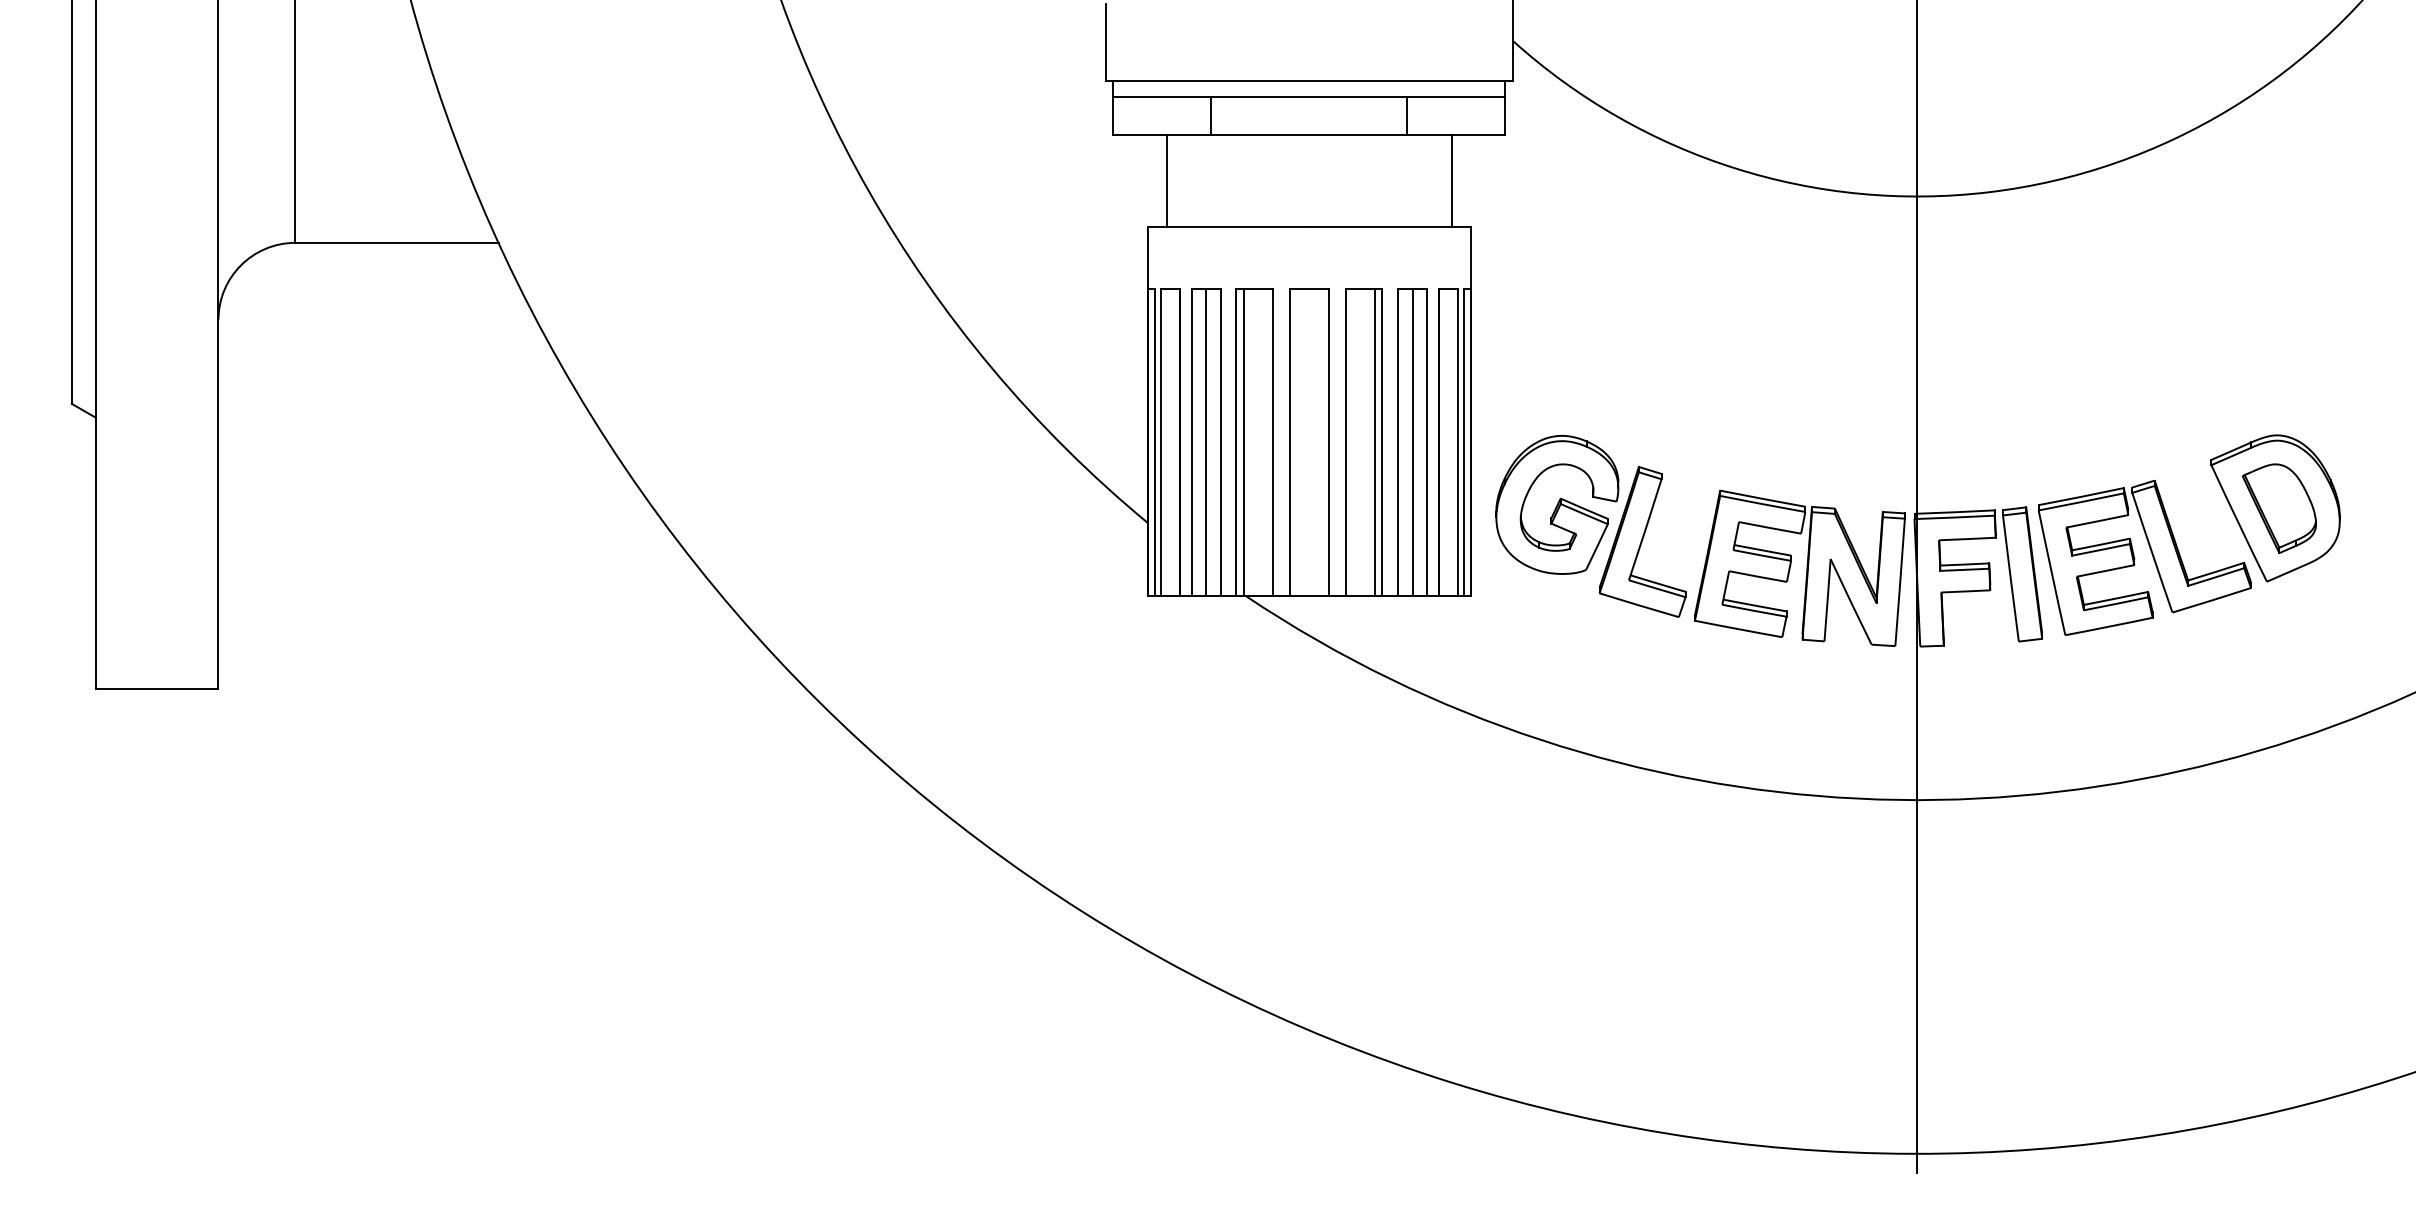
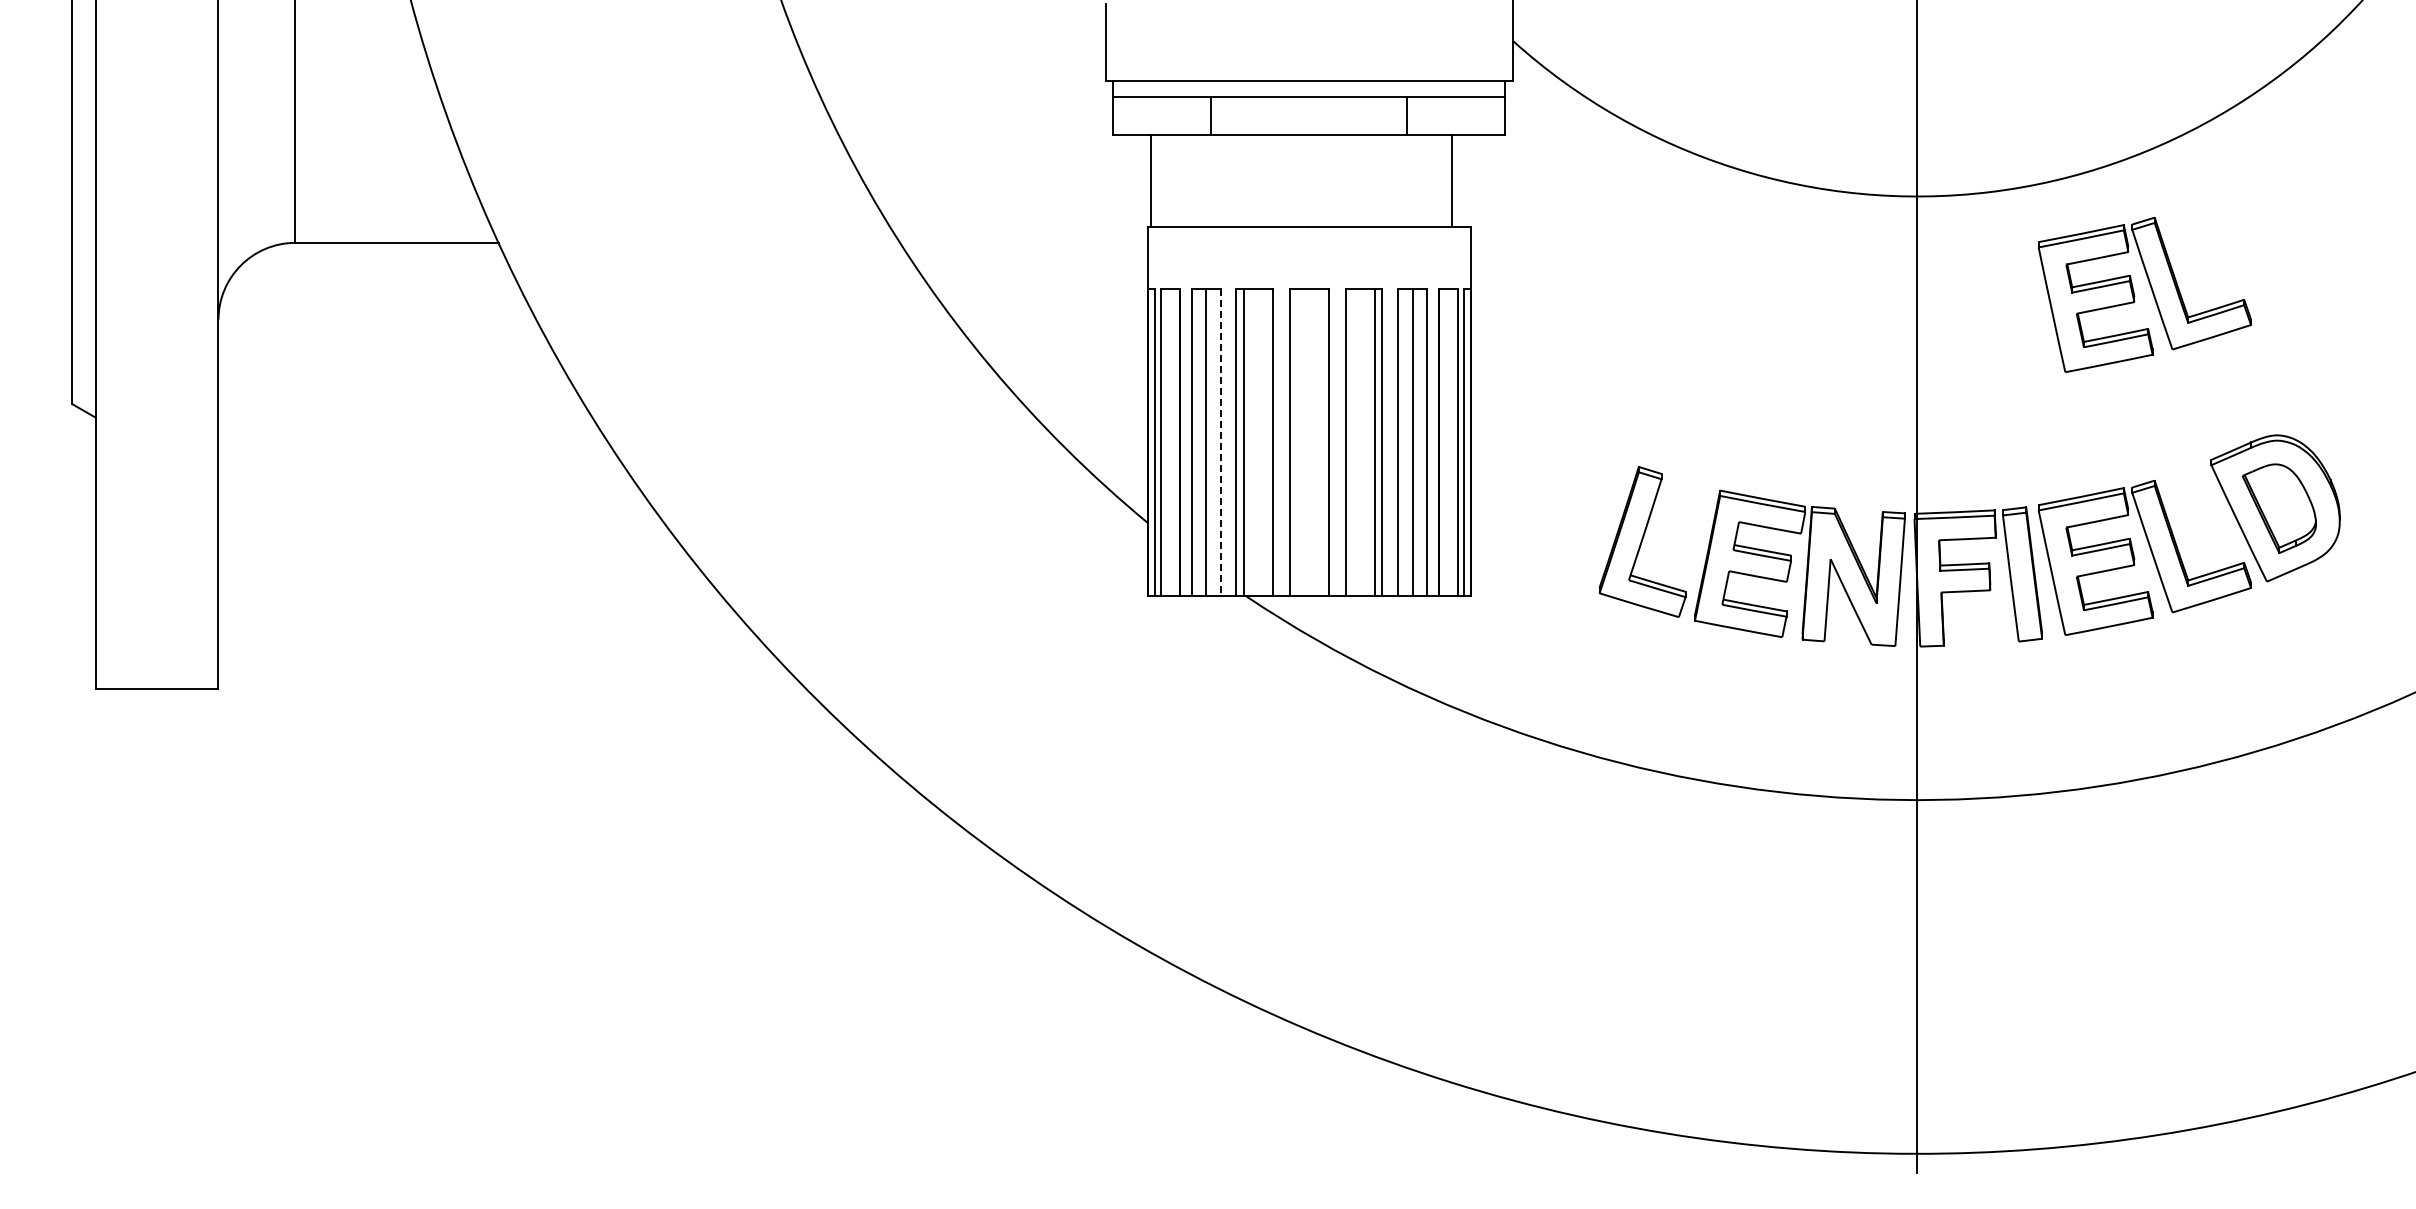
line at (1167, 181) position: (1167, 181) -> (1151, 181)
part at (2151, 291): none -> present
line at (1220, 442): solid -> dashed
part at (1557, 504): present -> none
